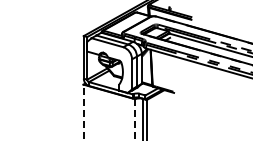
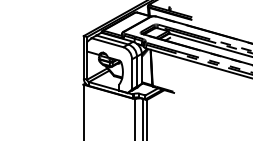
line at (83, 112): dashed -> solid
line at (135, 120): dashed -> solid
